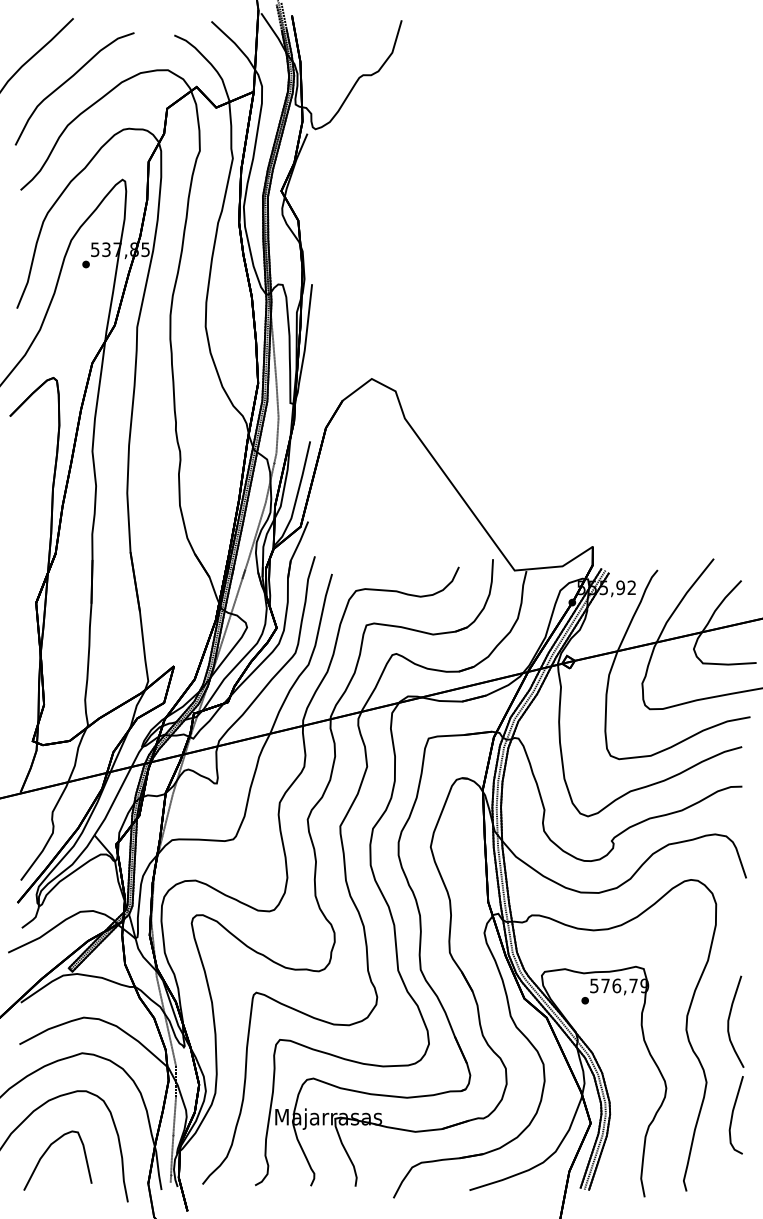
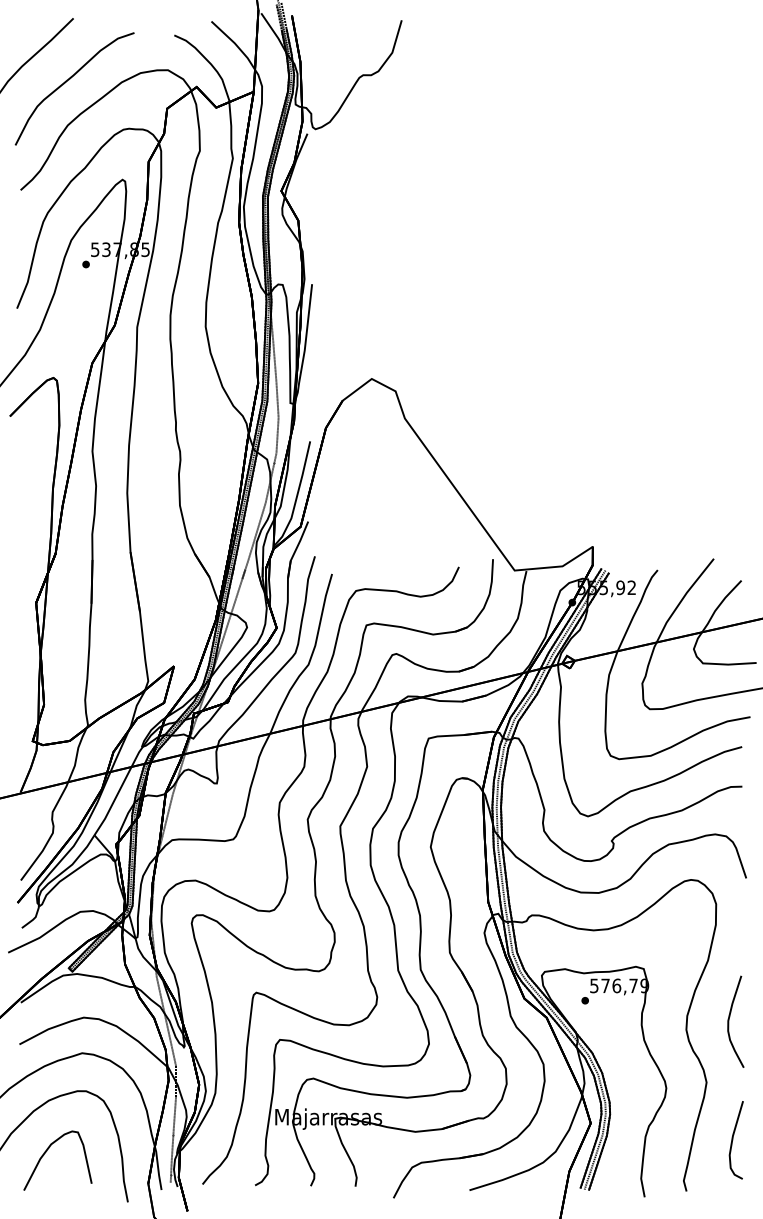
curve at (733, 1115) position: (733, 1115) -> (733, 1140)
